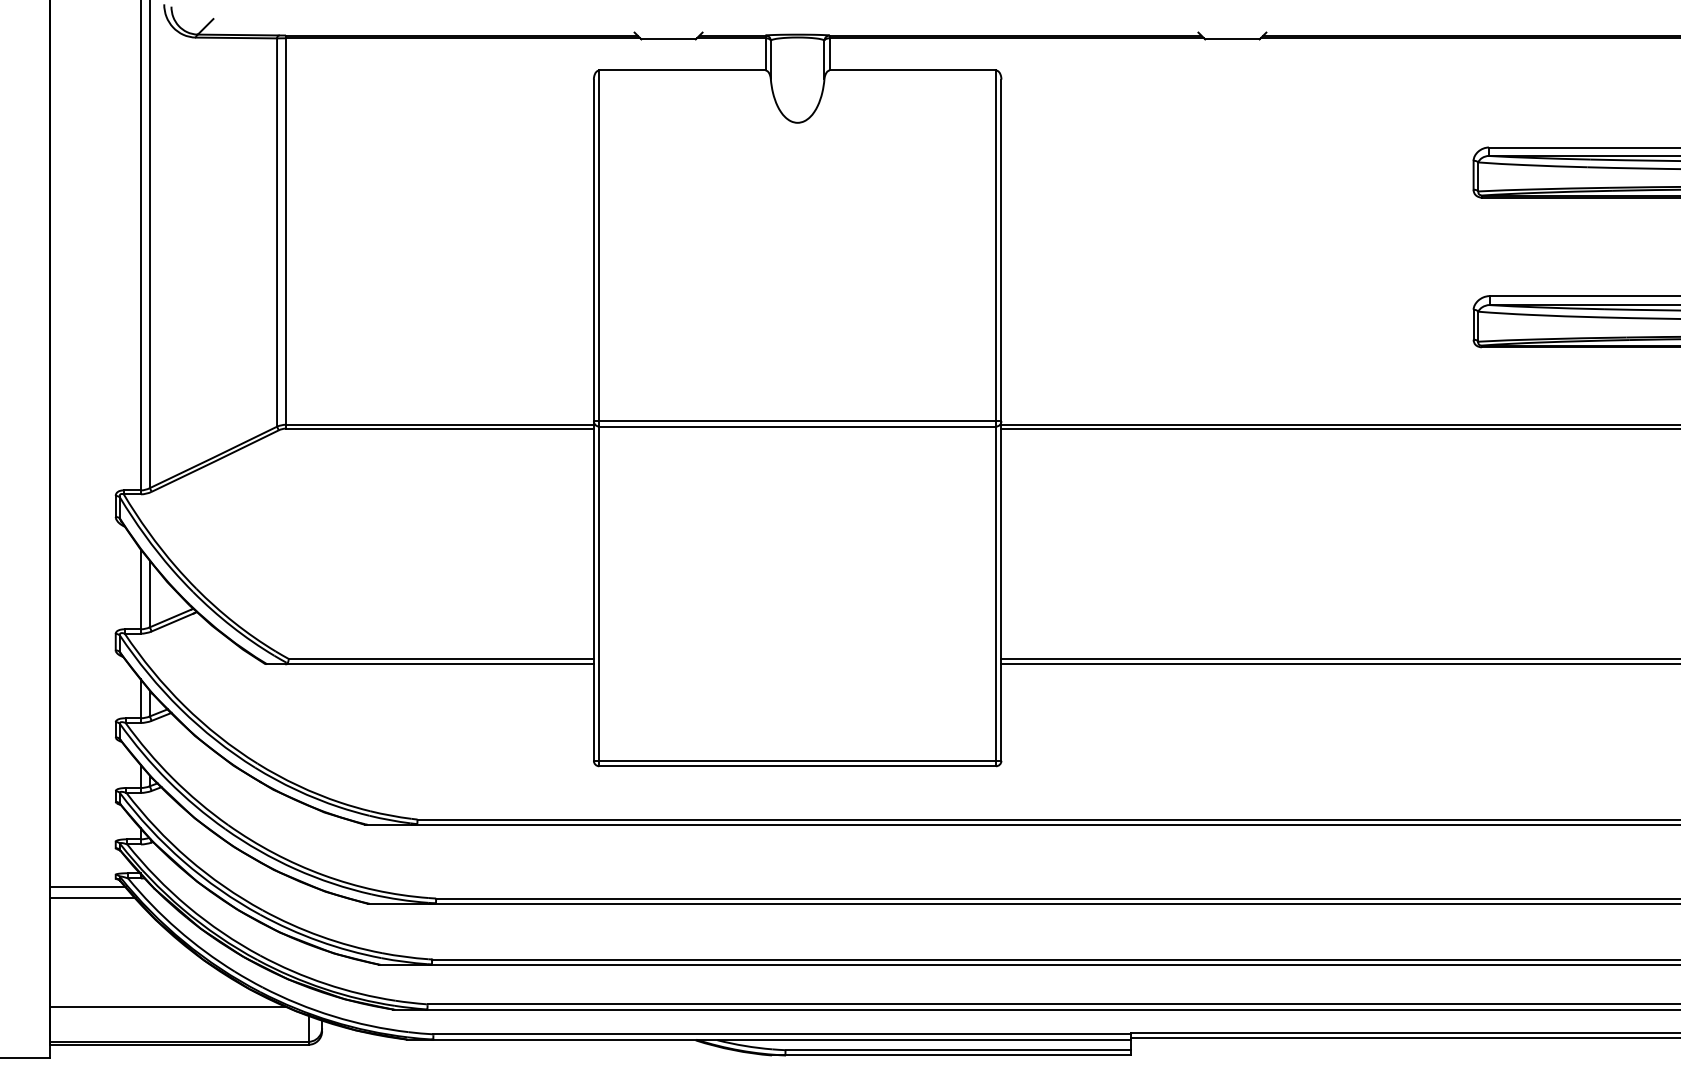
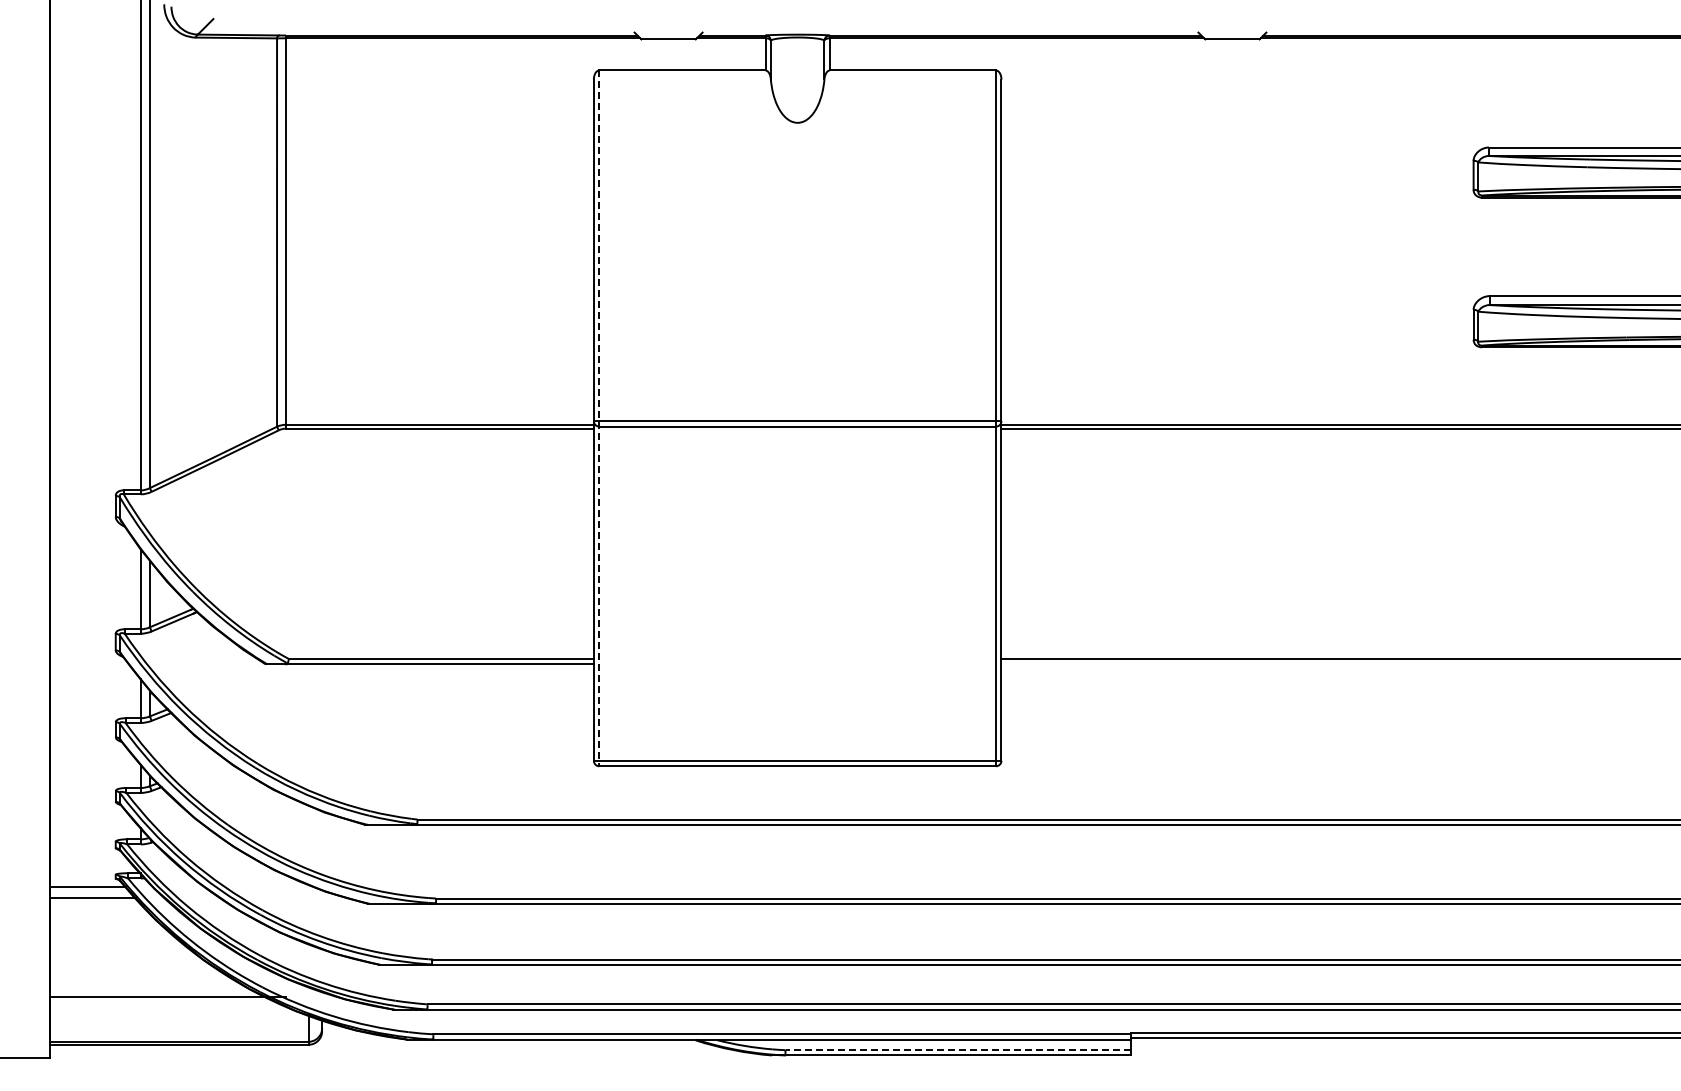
line at (599, 418): solid -> dashed
line at (1339, 664): present -> none
line at (168, 1006) position: (168, 1006) -> (168, 996)
line at (957, 1050): solid -> dashed
